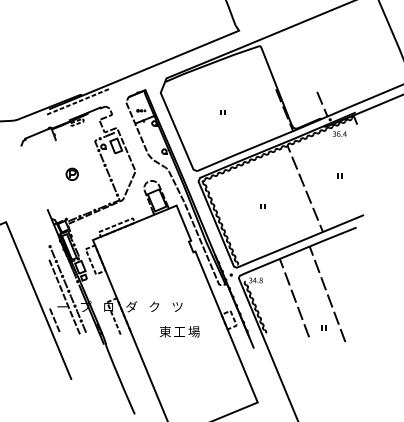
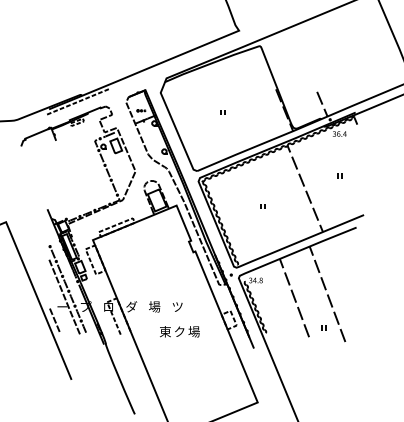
part at (71, 173): present -> none
text at (154, 306): ク -> 場
text at (179, 331): 工 -> ク
